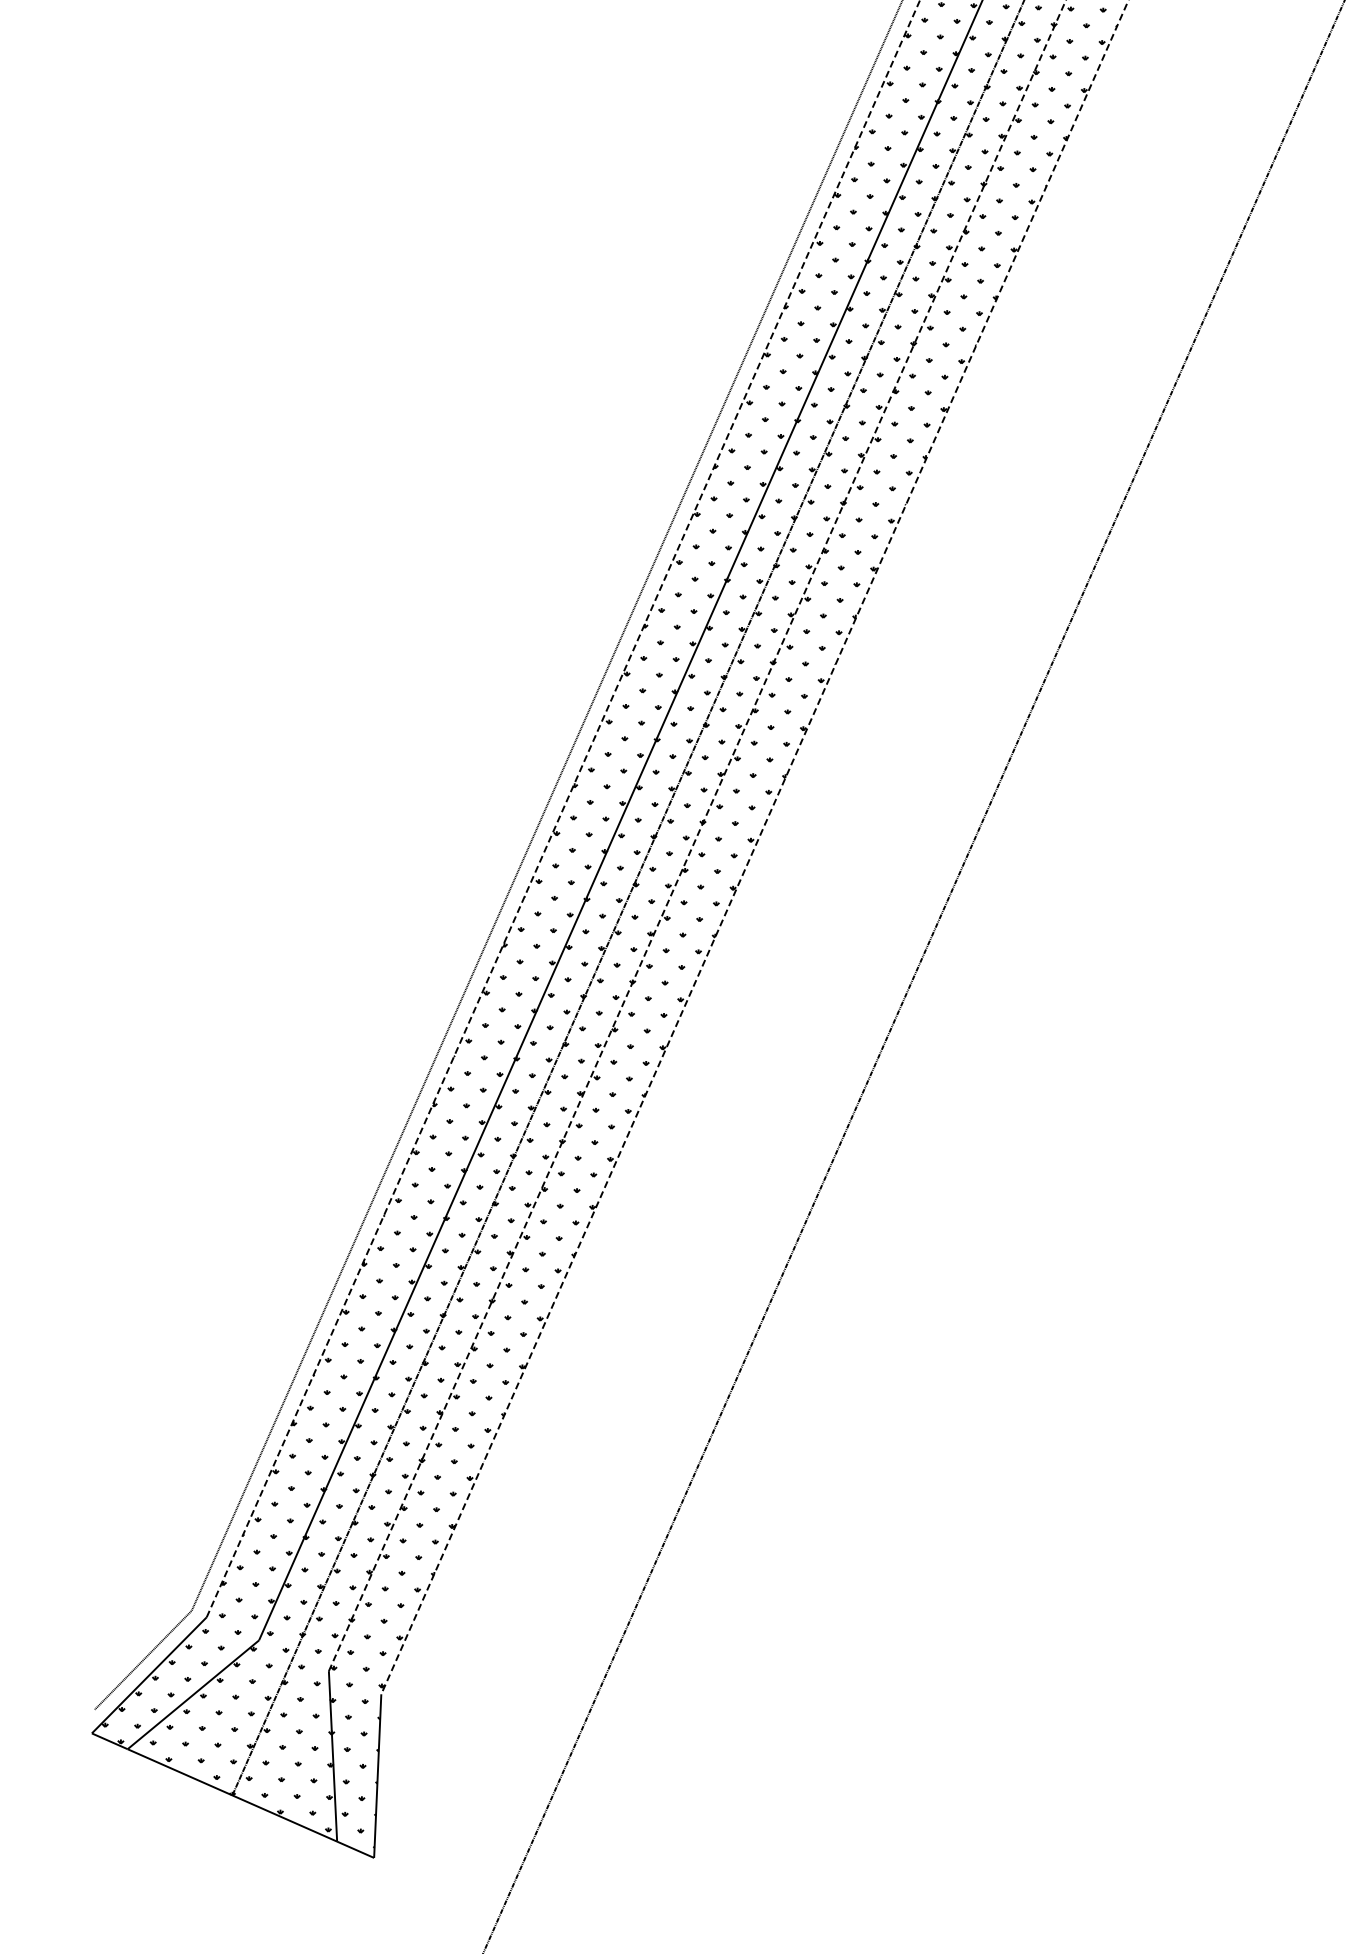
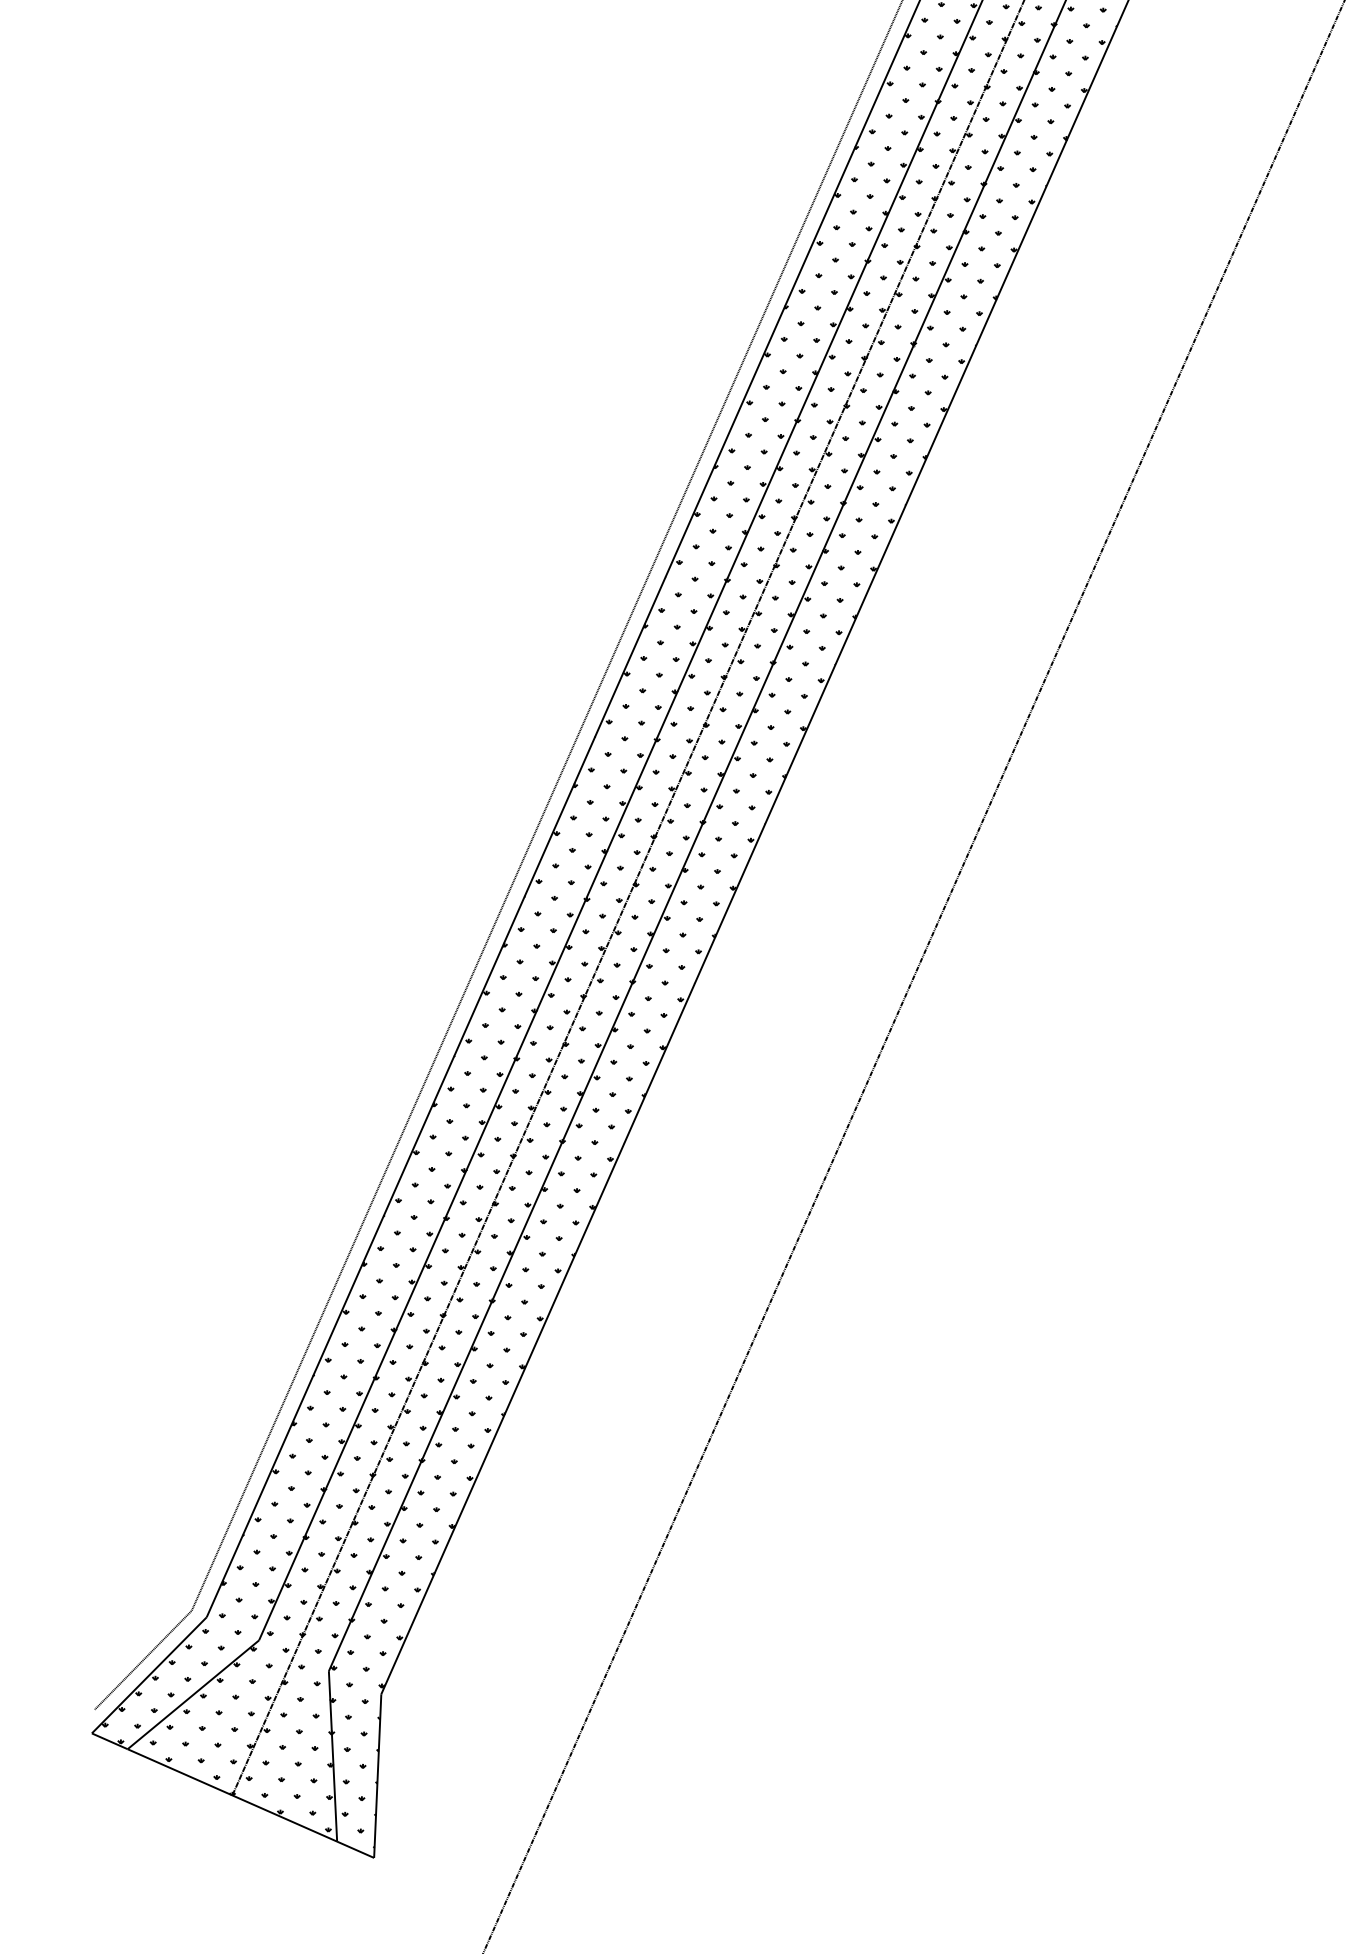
line at (1111, 39): dashed -> solid
line at (697, 835): dashed -> solid
